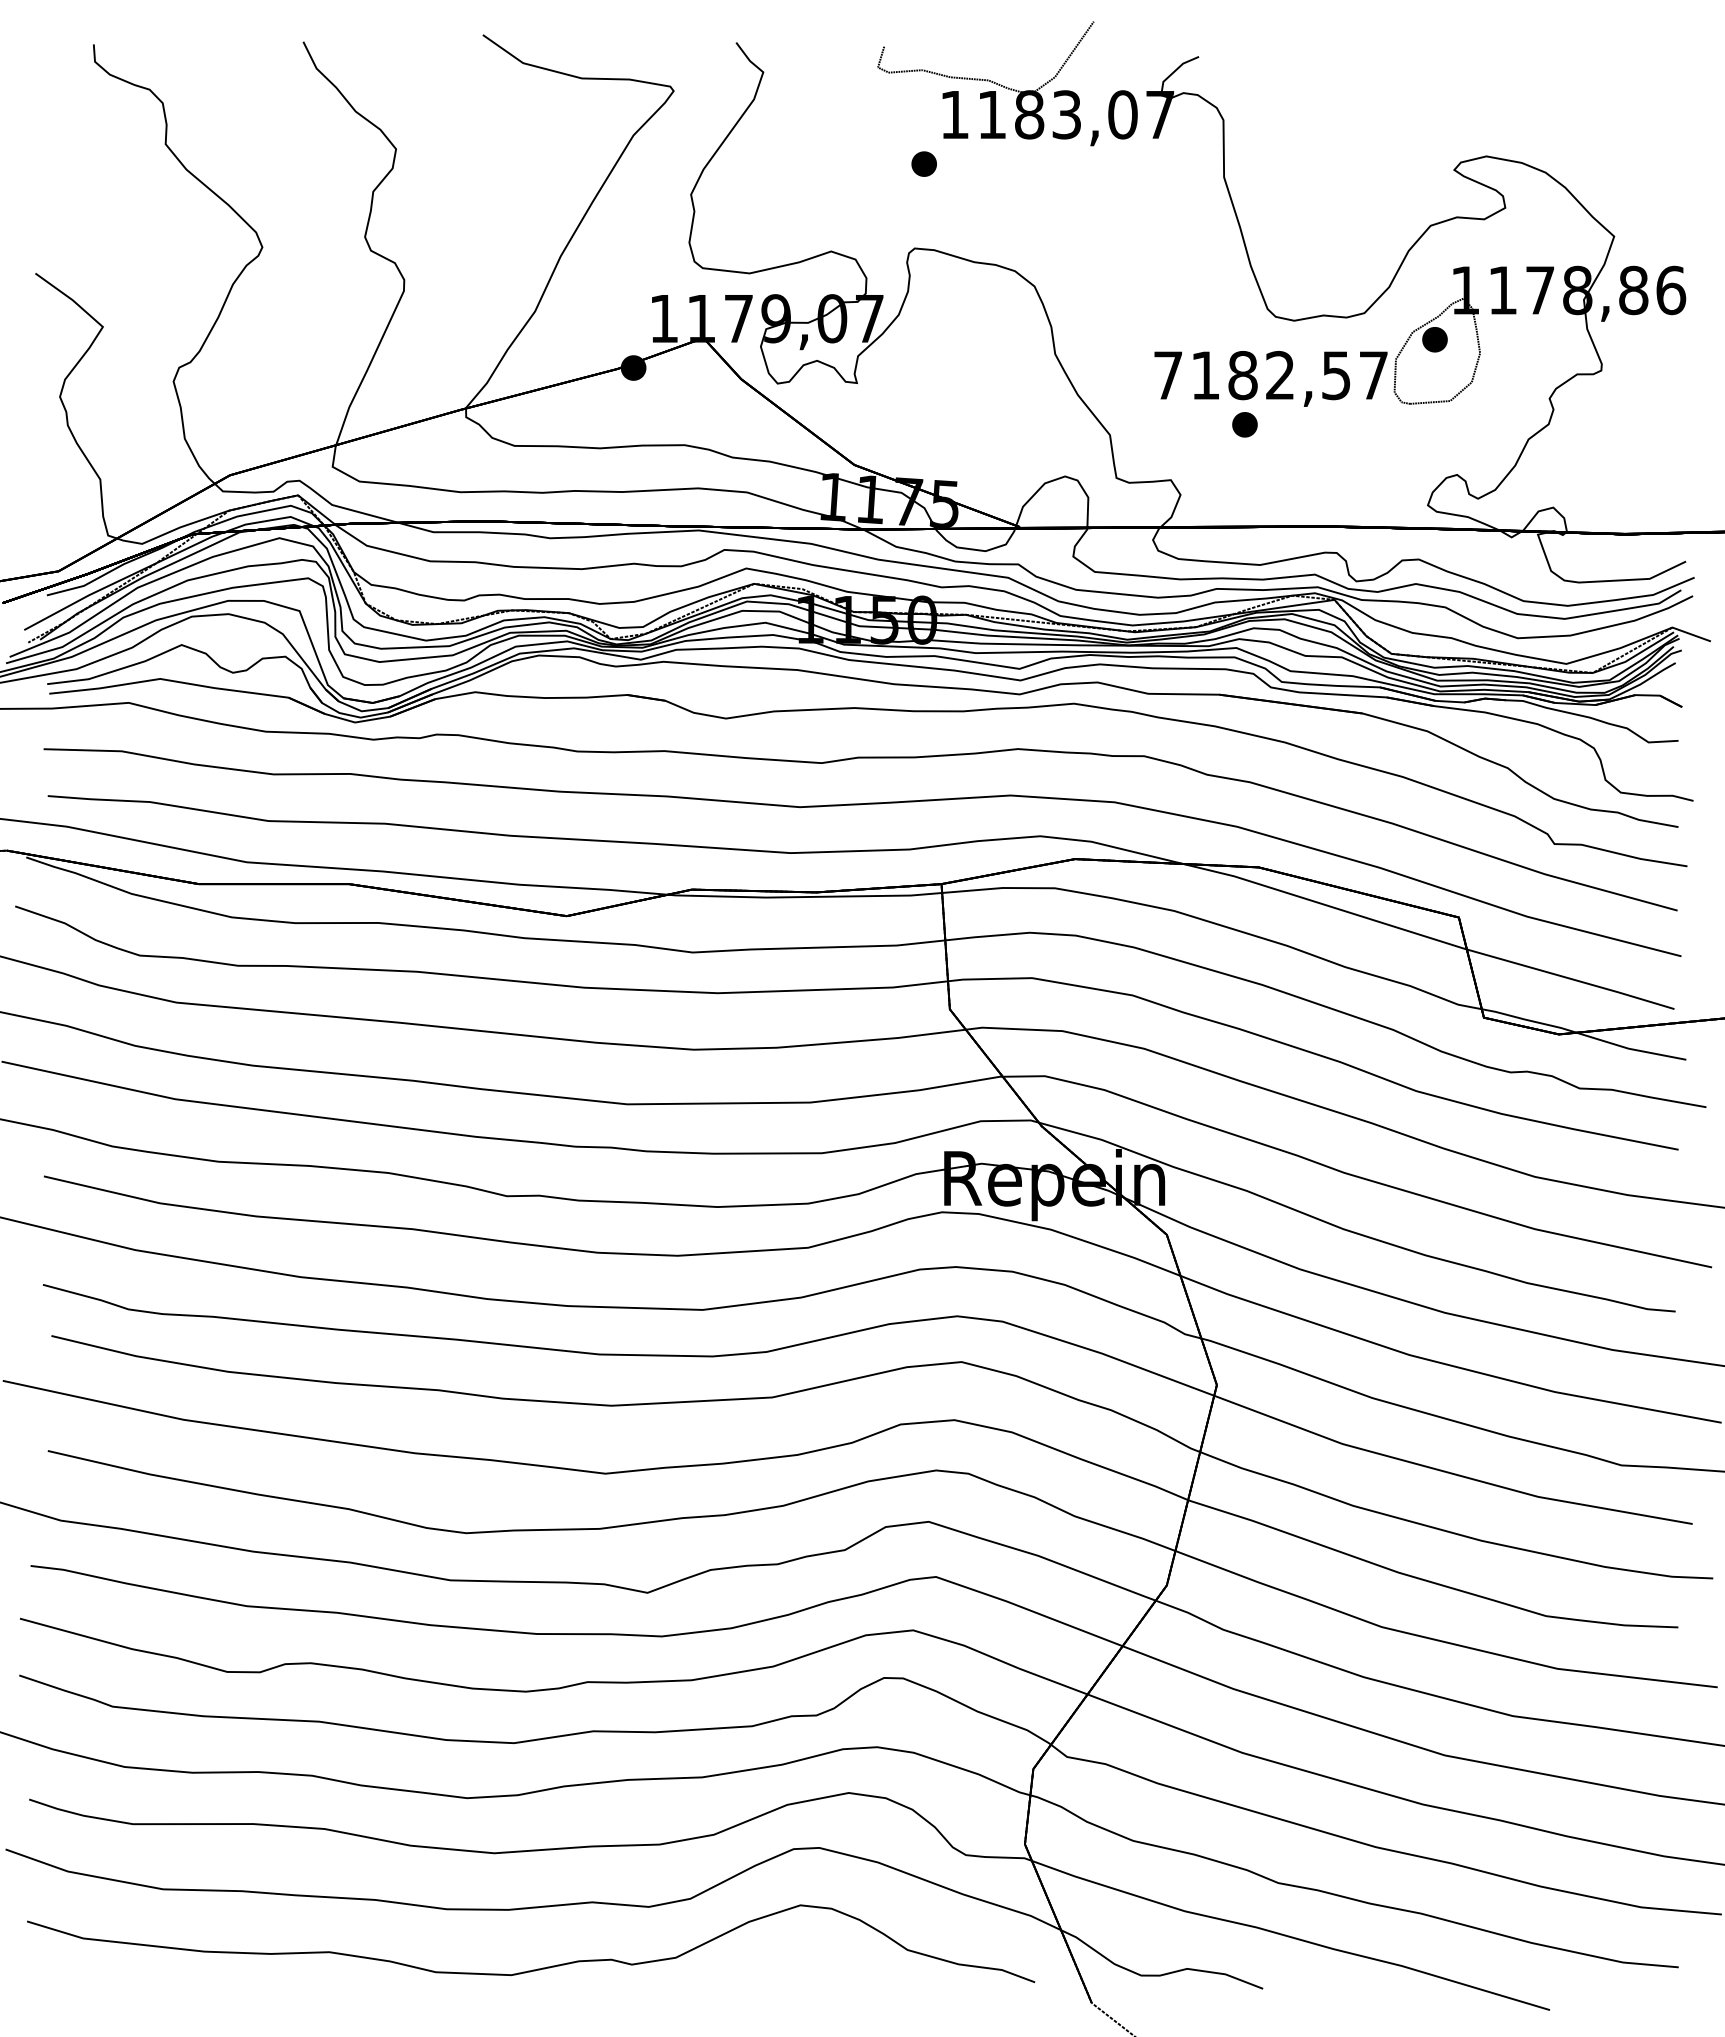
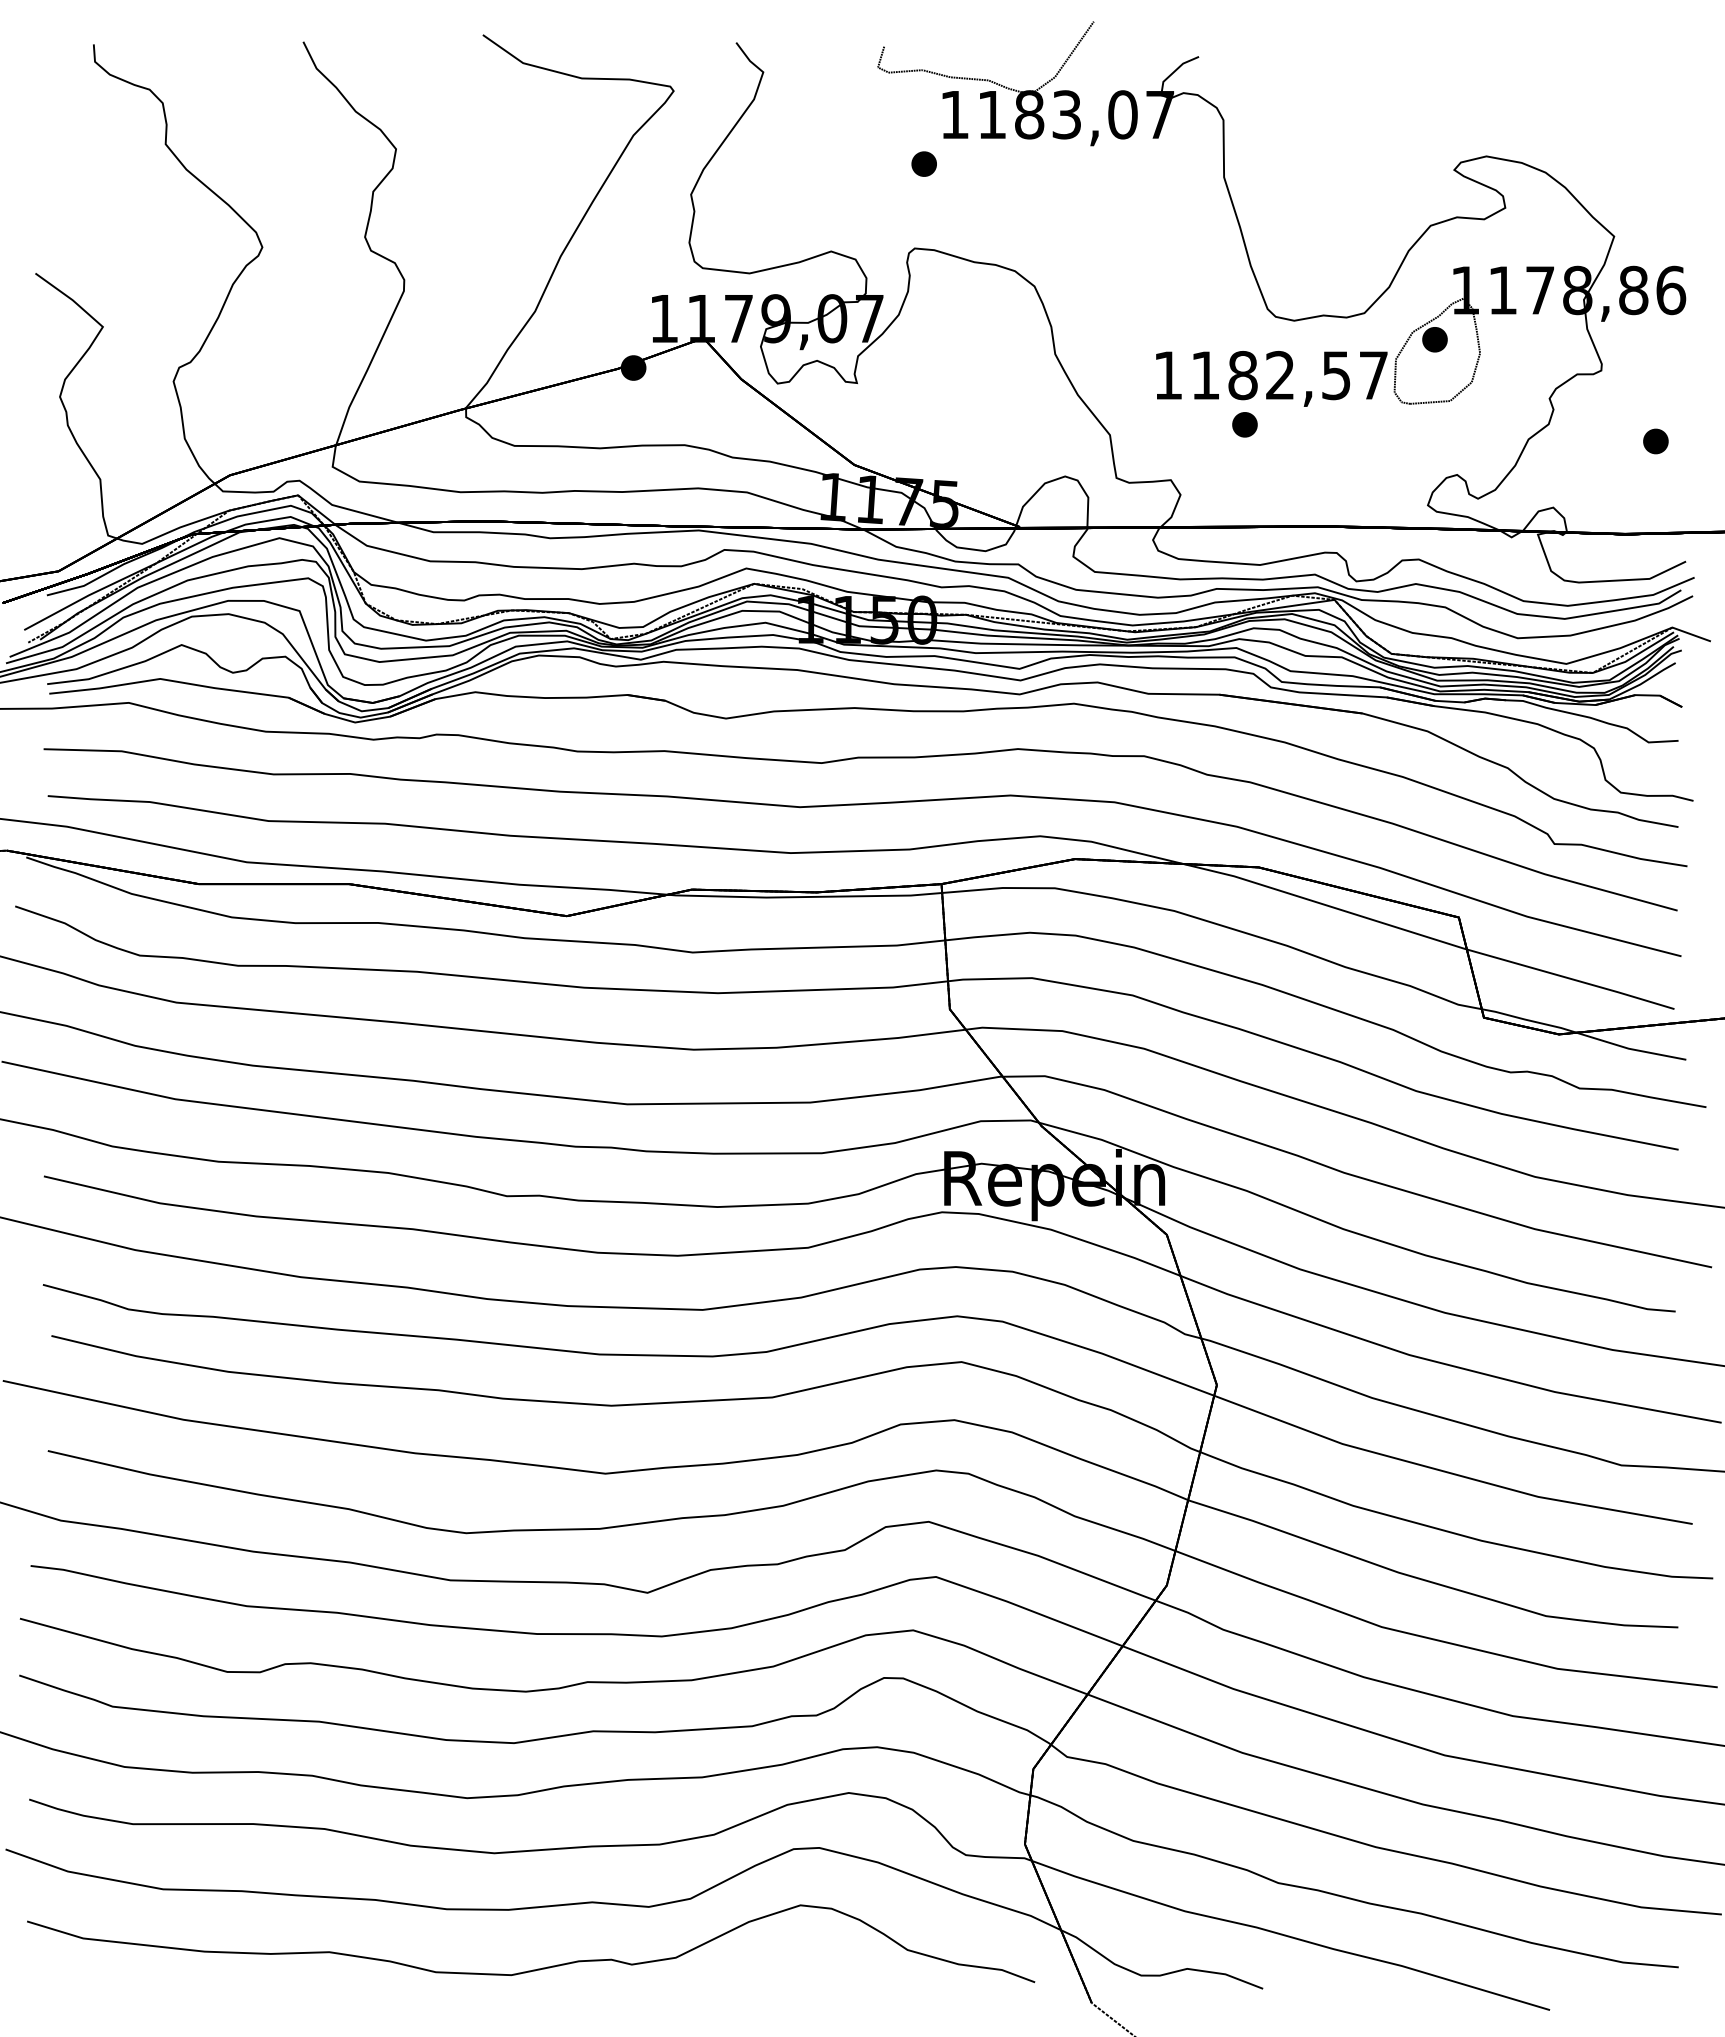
text at (1167, 375): 7182,57 -> 1182,57
part at (1655, 441): none -> present
